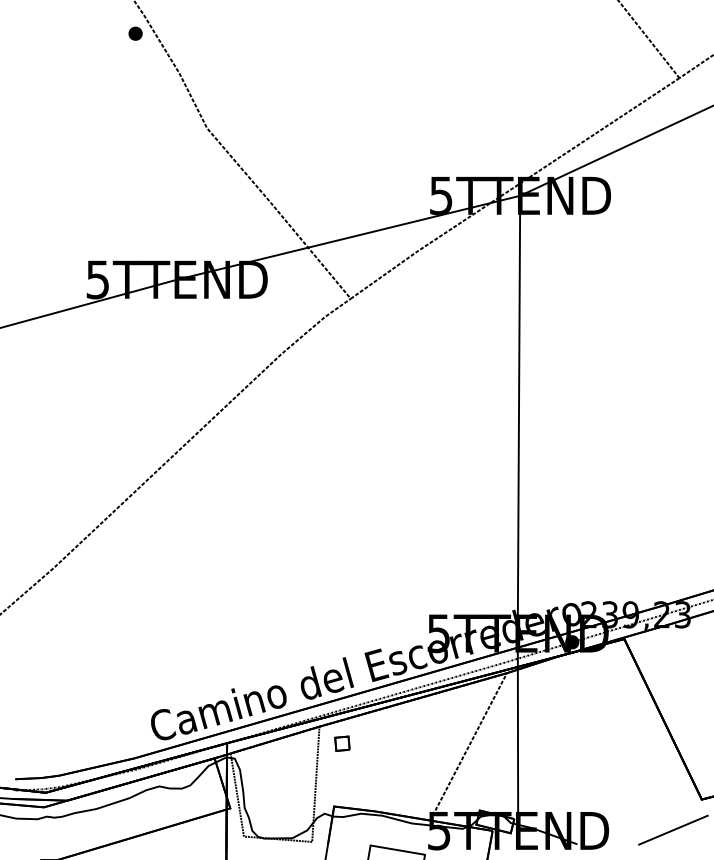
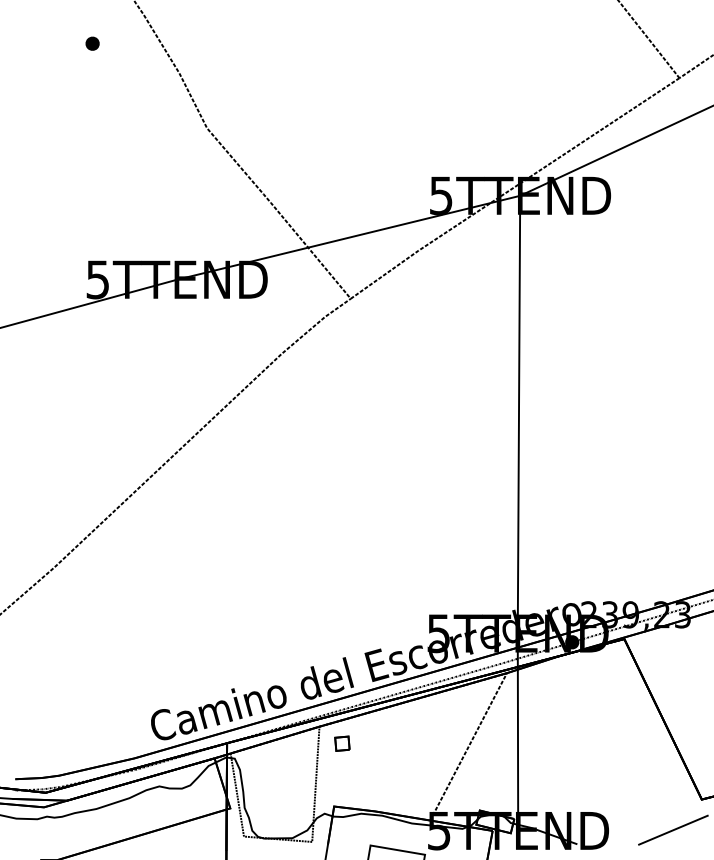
part at (135, 33) position: (135, 33) -> (92, 43)
